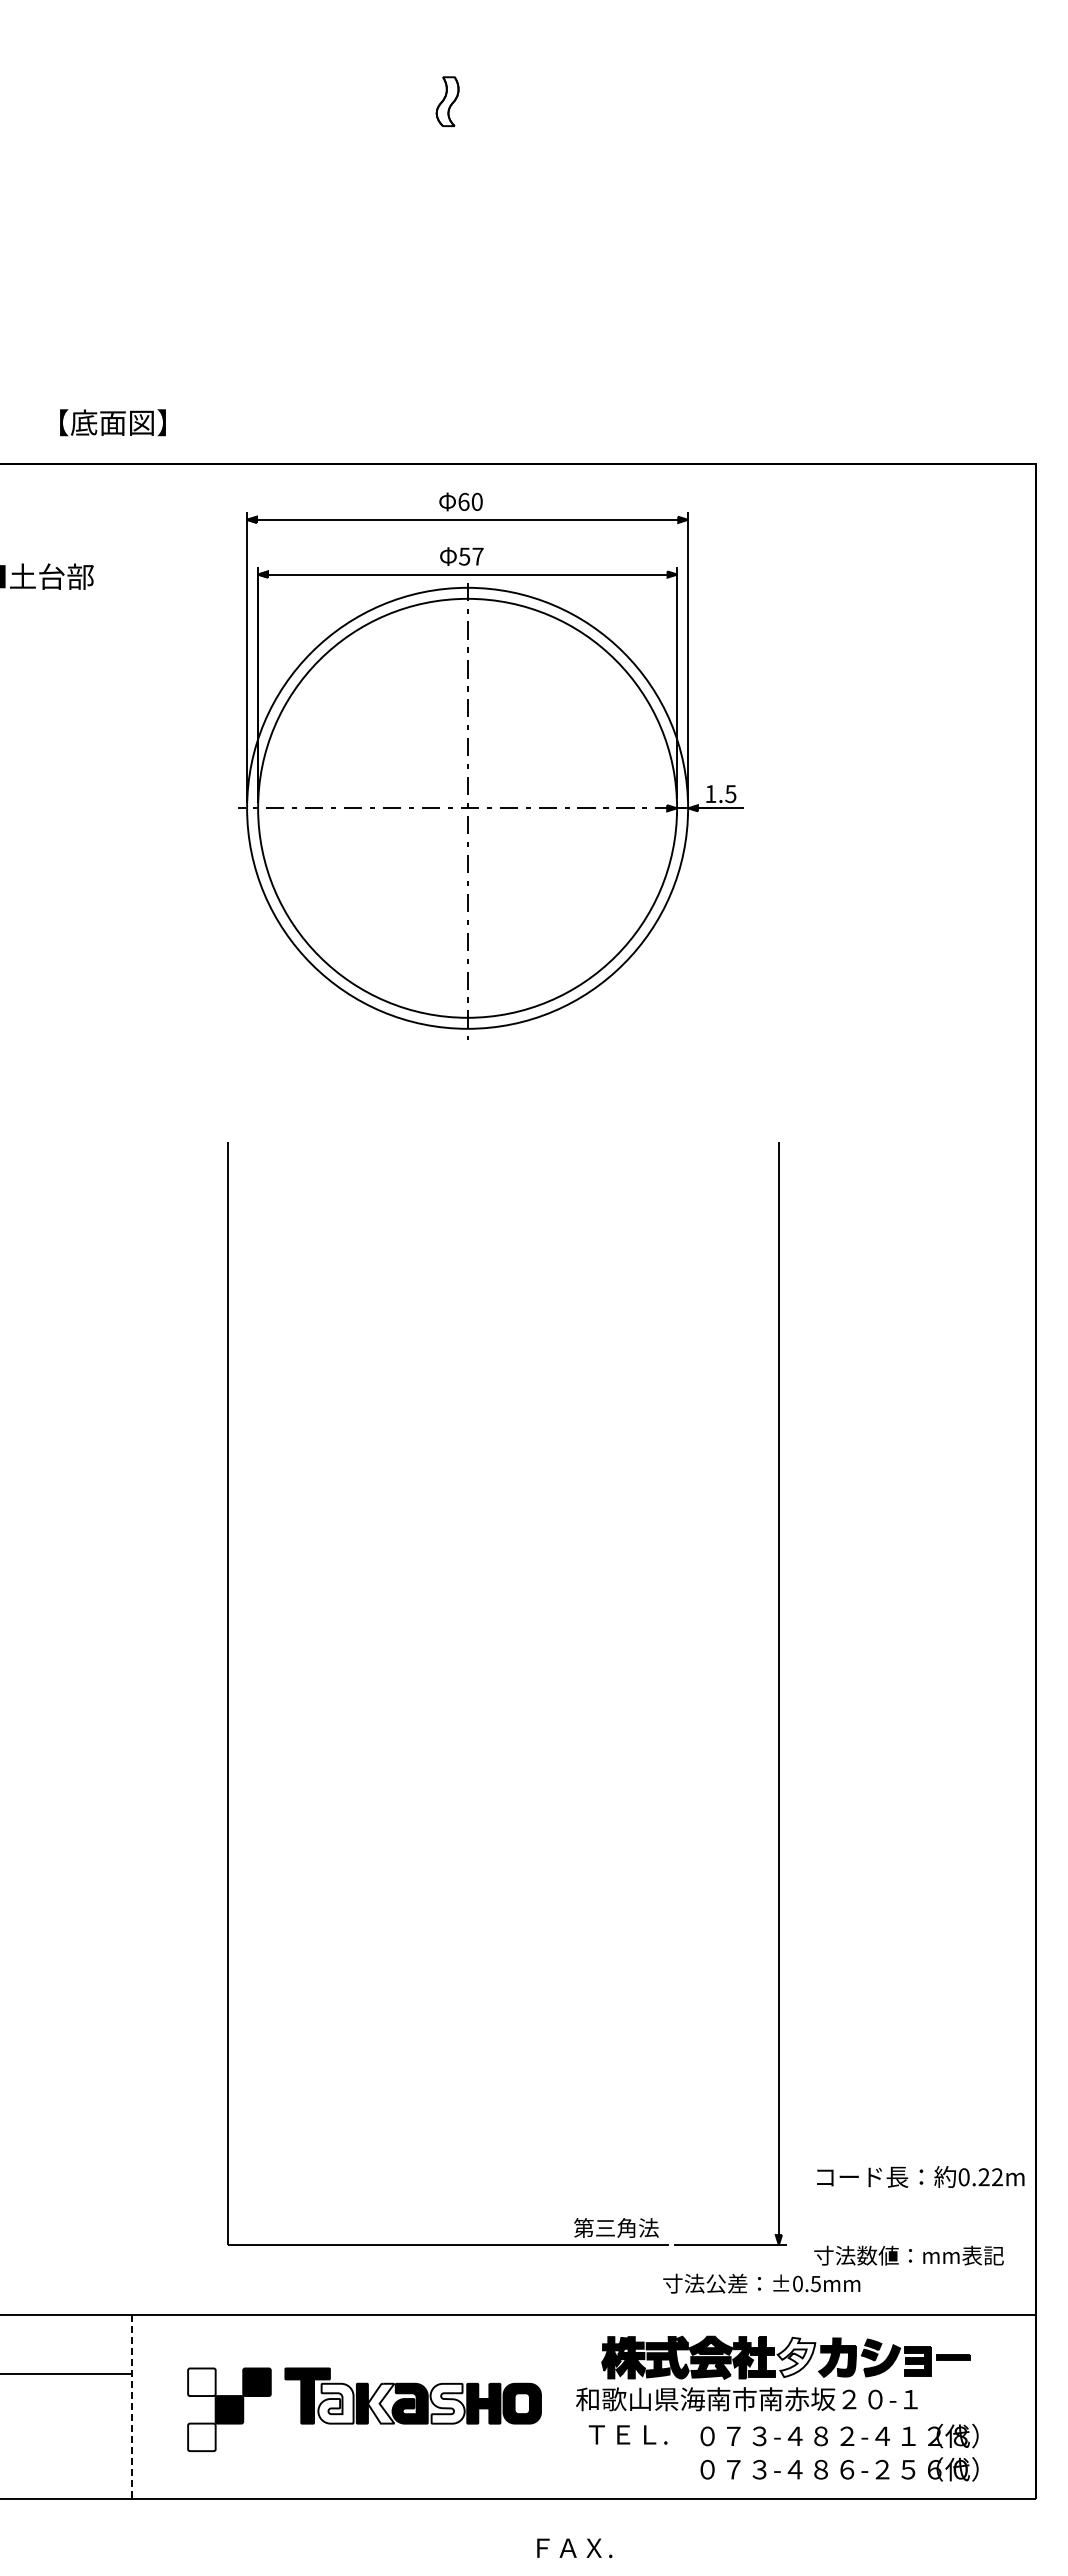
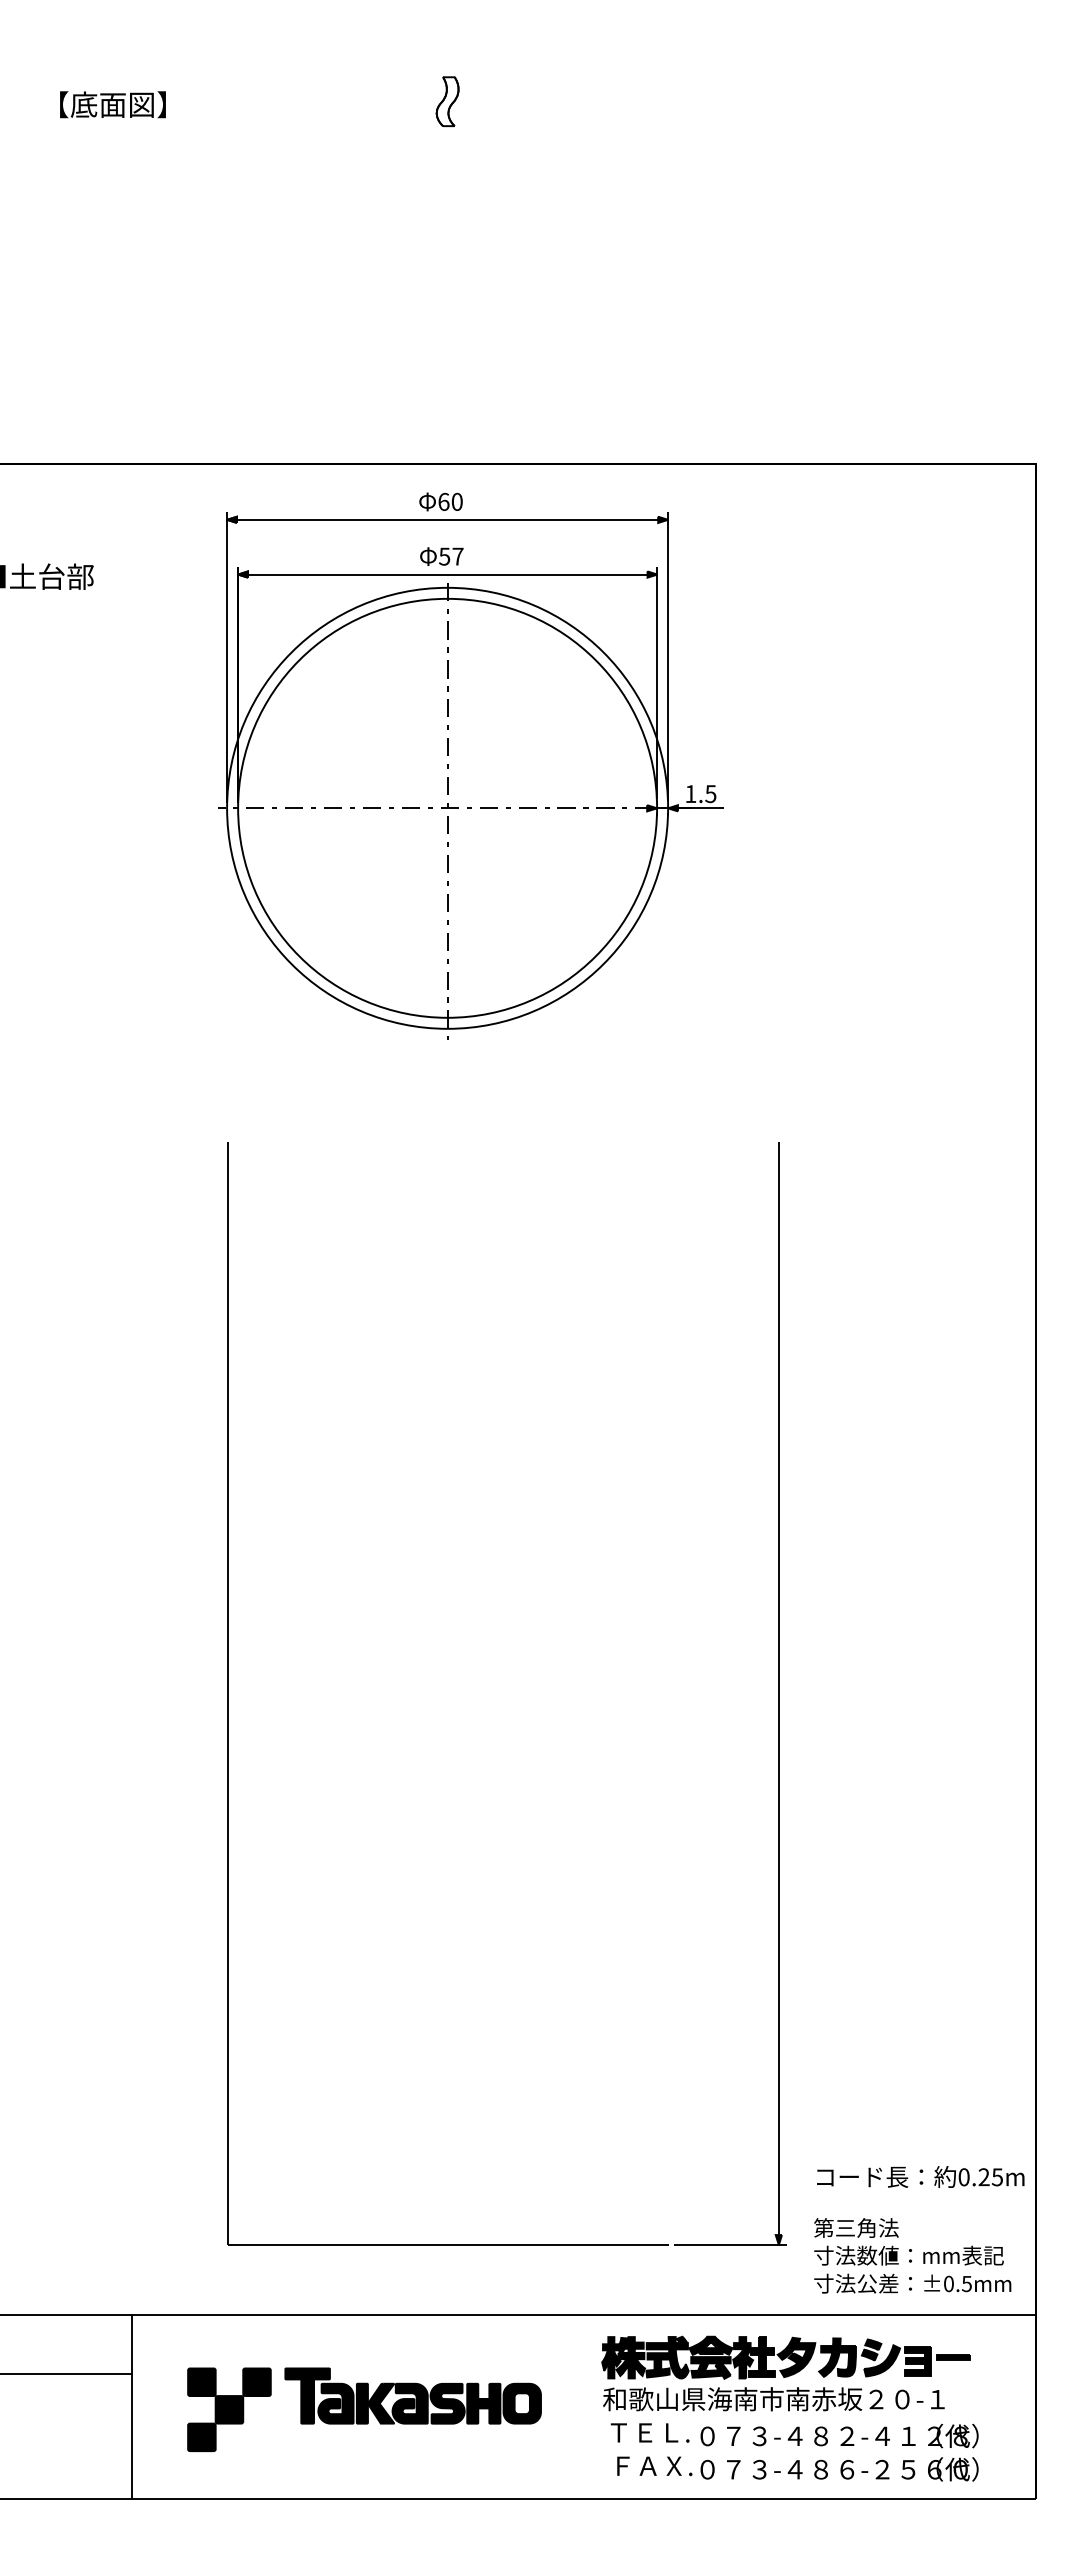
text at (112, 422) position: (112, 422) -> (112, 104)
part at (490, 765) position: (490, 765) -> (470, 765)
text at (996, 2177): 0.22m -> 0.25m
text at (616, 2227) position: (616, 2227) -> (856, 2227)
text at (761, 2283) position: (761, 2283) -> (912, 2283)
fill at (796, 2357): none -> present
fill at (201, 2382): none -> present
text at (746, 2399) position: (746, 2399) -> (773, 2399)
fill at (335, 2403): none -> present
fill at (380, 2403): none -> present
fill at (447, 2403): none -> present
line at (132, 2406): dashed -> solid
text at (627, 2434) position: (627, 2434) -> (649, 2432)
fill at (201, 2437): none -> present
text at (574, 2548) position: (574, 2548) -> (654, 2466)
